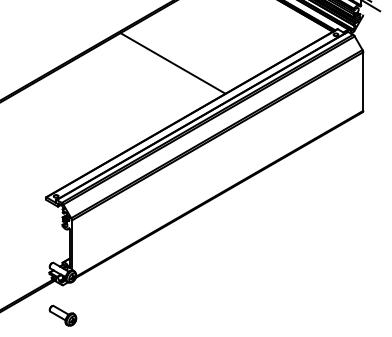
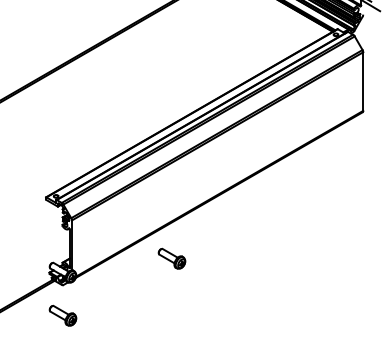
line at (172, 63): present -> none
part at (171, 258): none -> present
